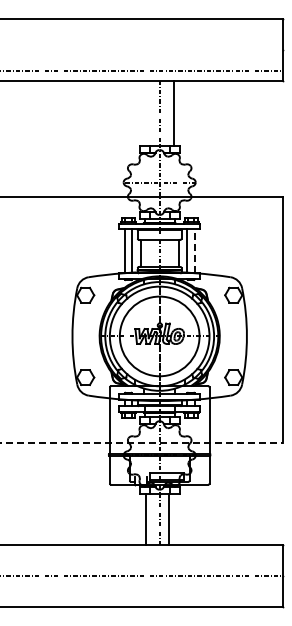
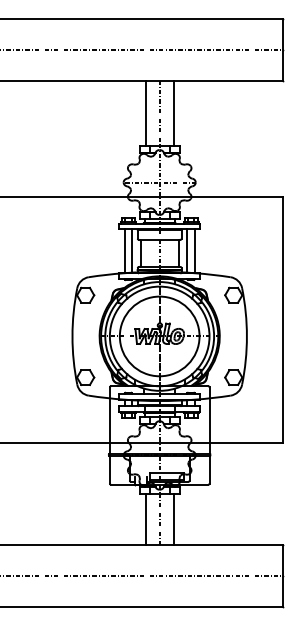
line at (142, 71) position: (142, 71) -> (142, 50)
line at (145, 113): none -> present
line at (194, 251): dashed -> solid
line at (142, 443): dashed -> solid
line at (168, 518) position: (168, 518) -> (173, 518)
